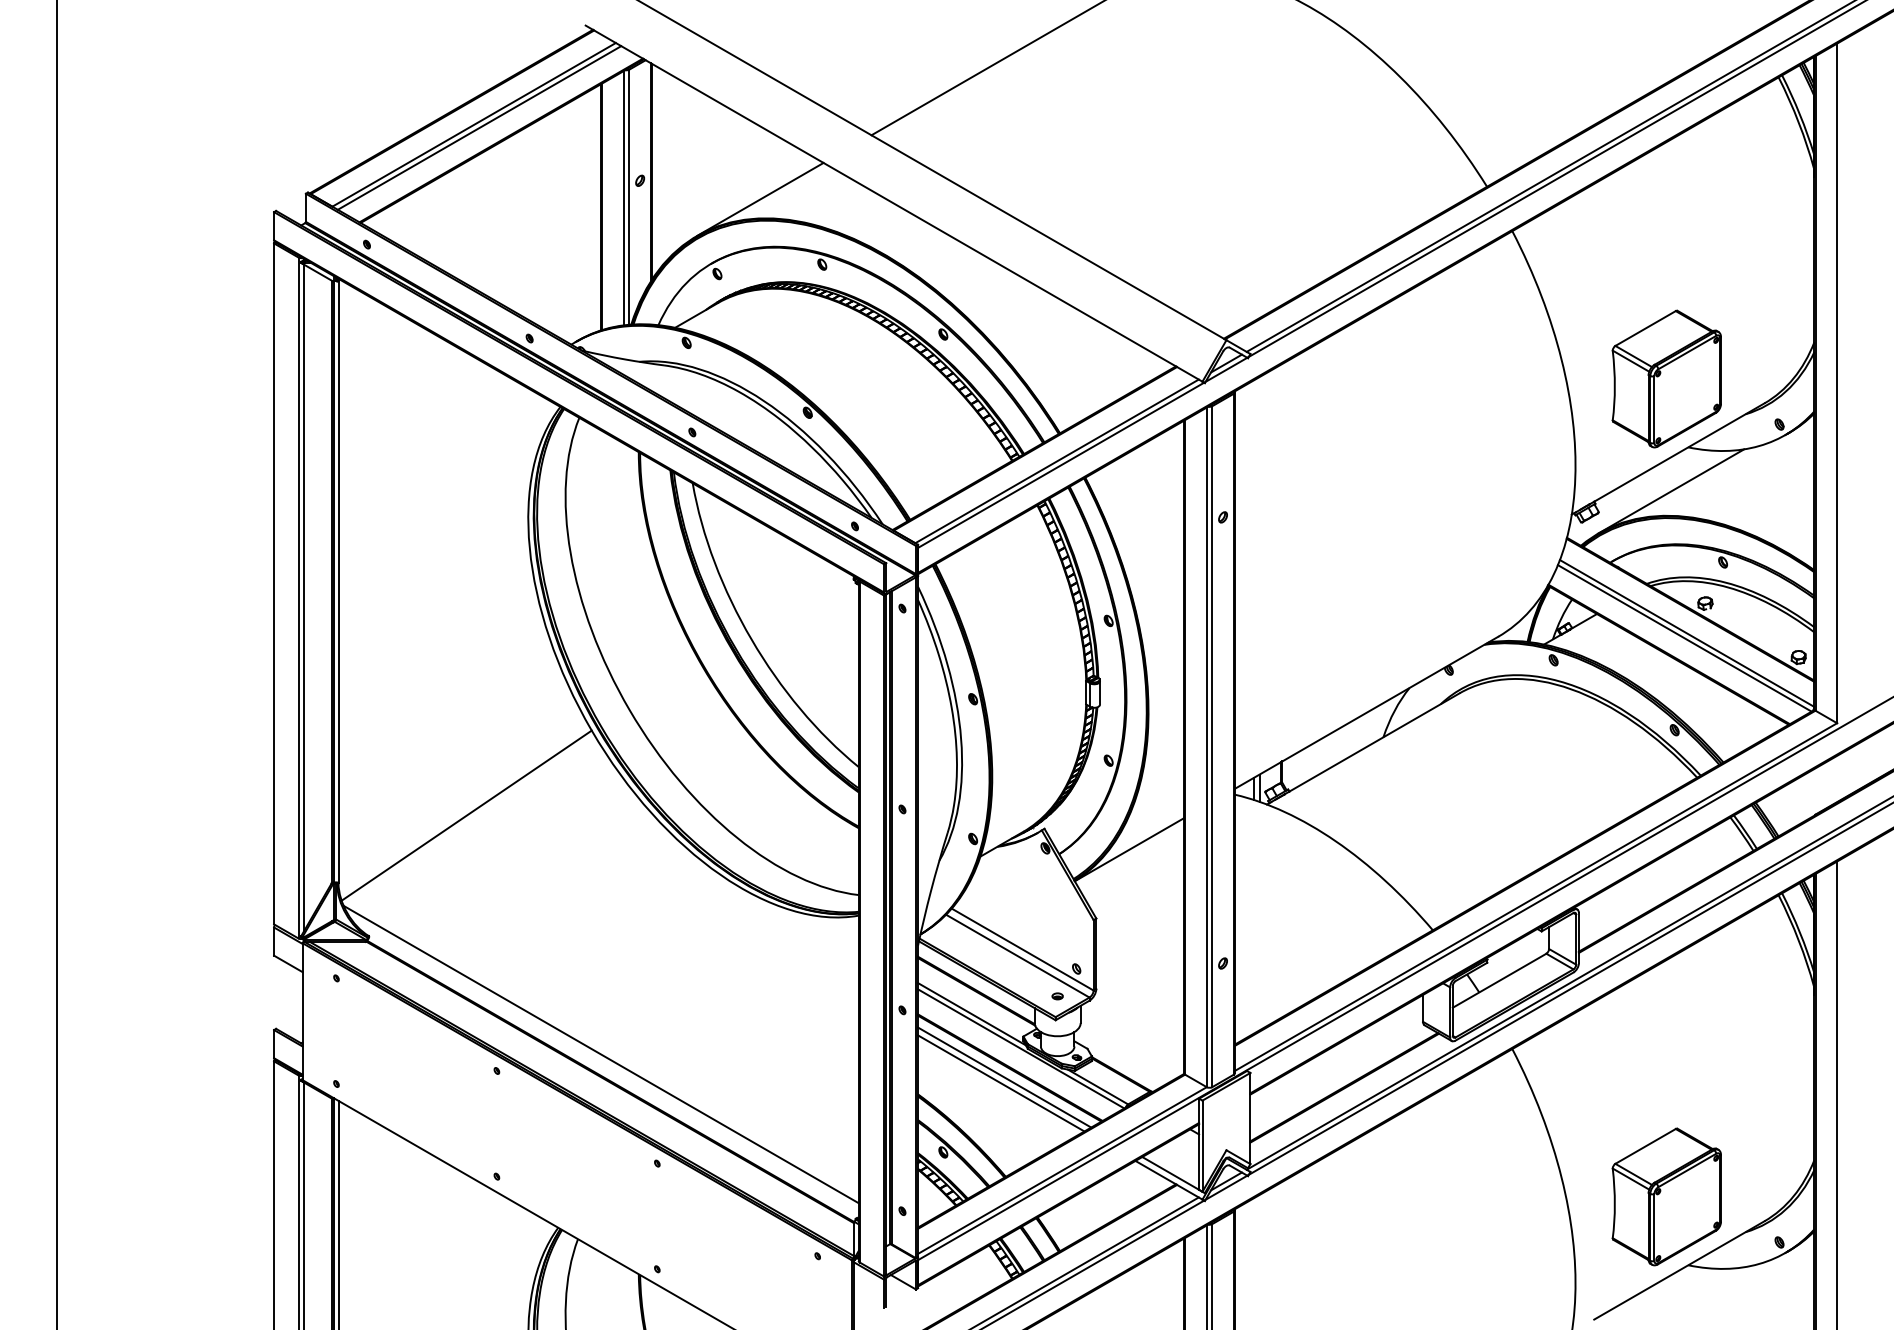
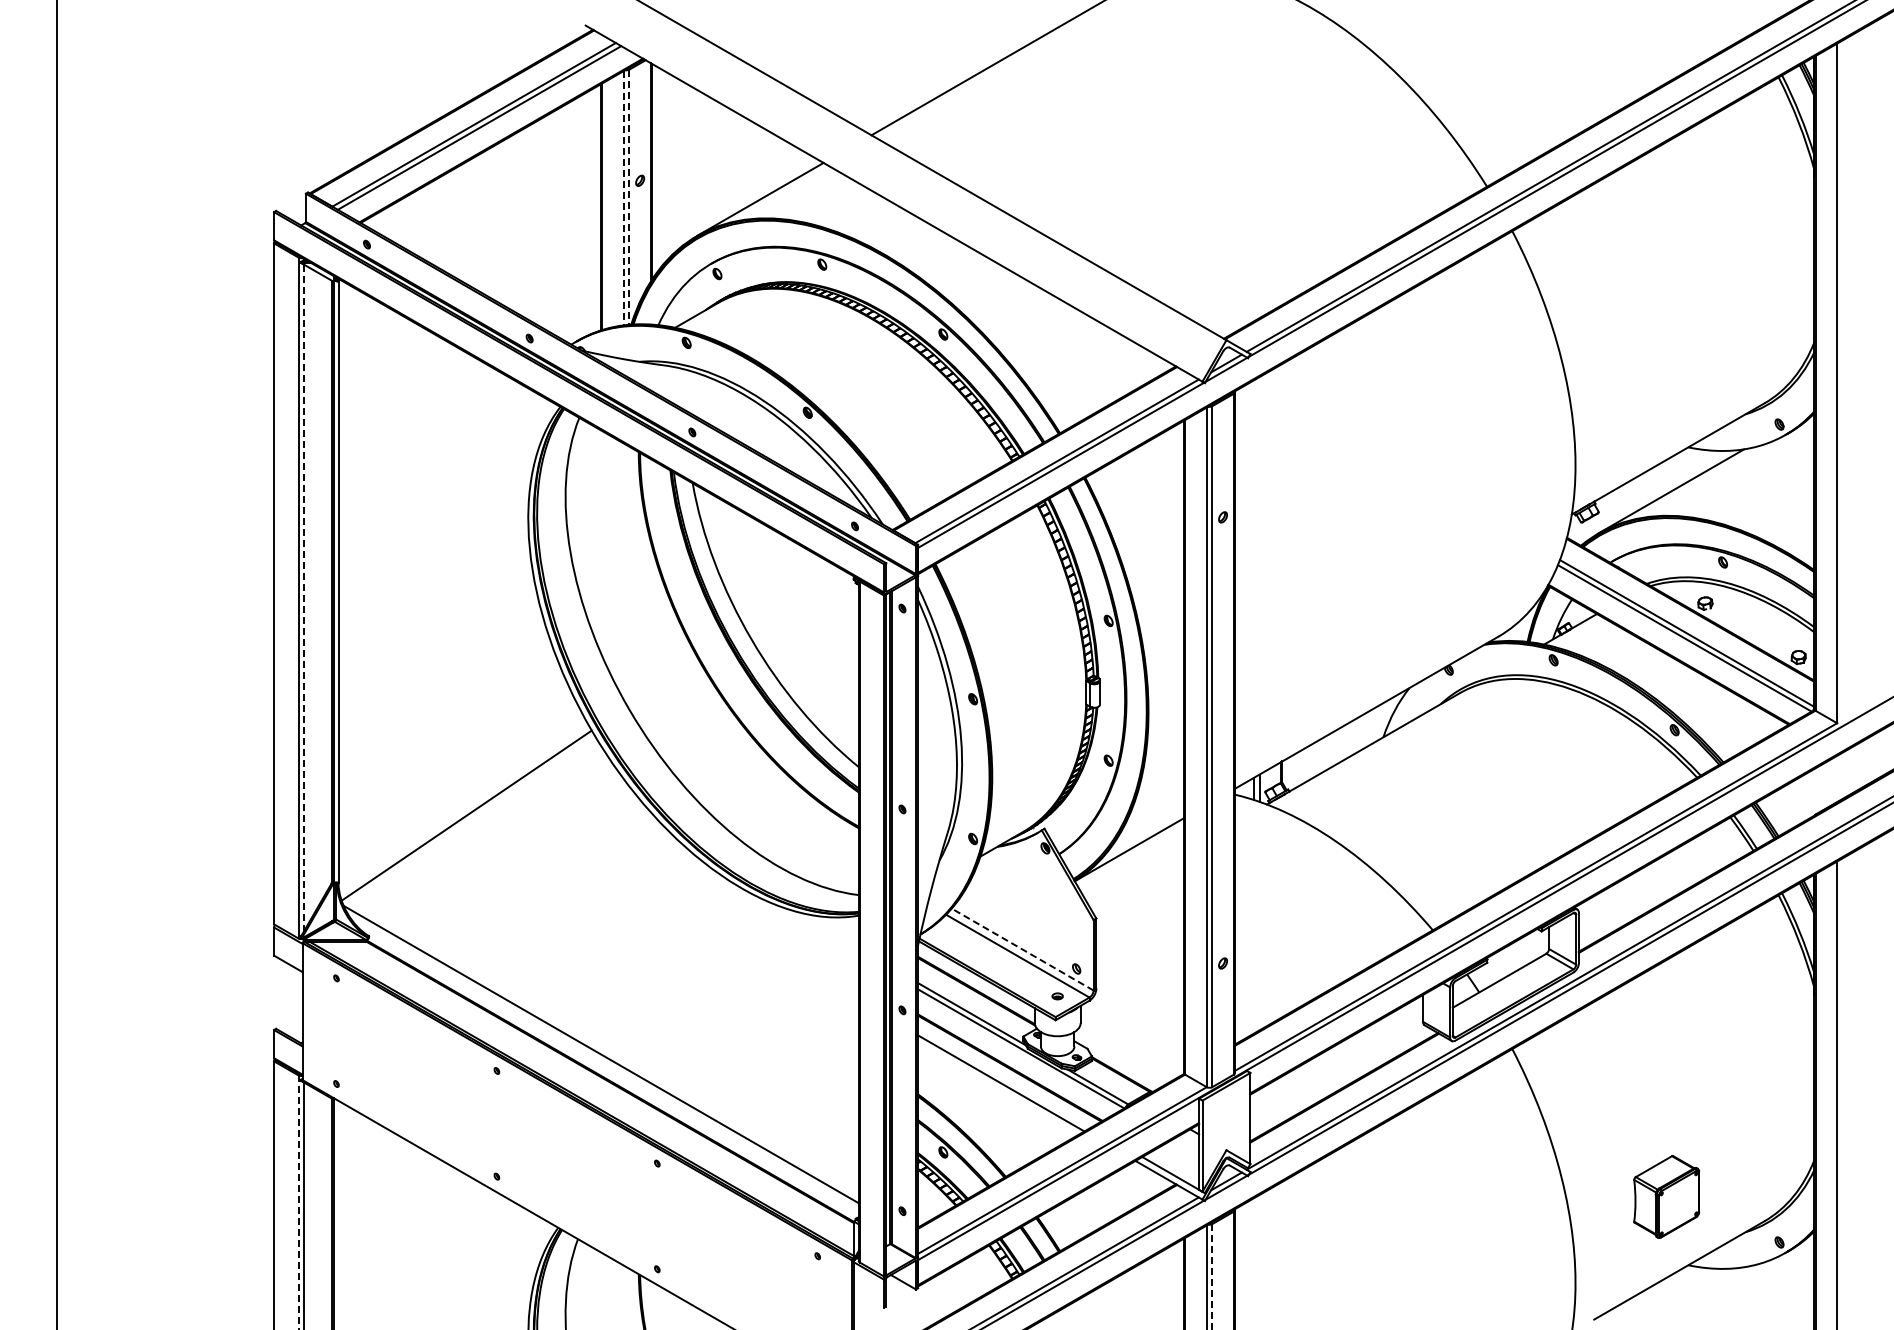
line at (629, 197): solid -> dashed
line at (623, 198): solid -> dashed
part at (1666, 378): present -> none
line at (303, 598): solid -> dashed
line at (1022, 949): solid -> dashed
line at (1004, 1077): present -> none
part at (1666, 1196) size: 111x140 px -> 68x84 px
line at (298, 1202): solid -> dashed
line at (338, 1213): present -> none
line at (1212, 1277): solid -> dashed
